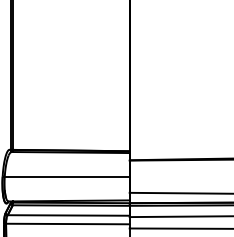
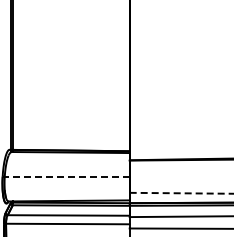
line at (66, 176): solid -> dashed
line at (181, 193): solid -> dashed
